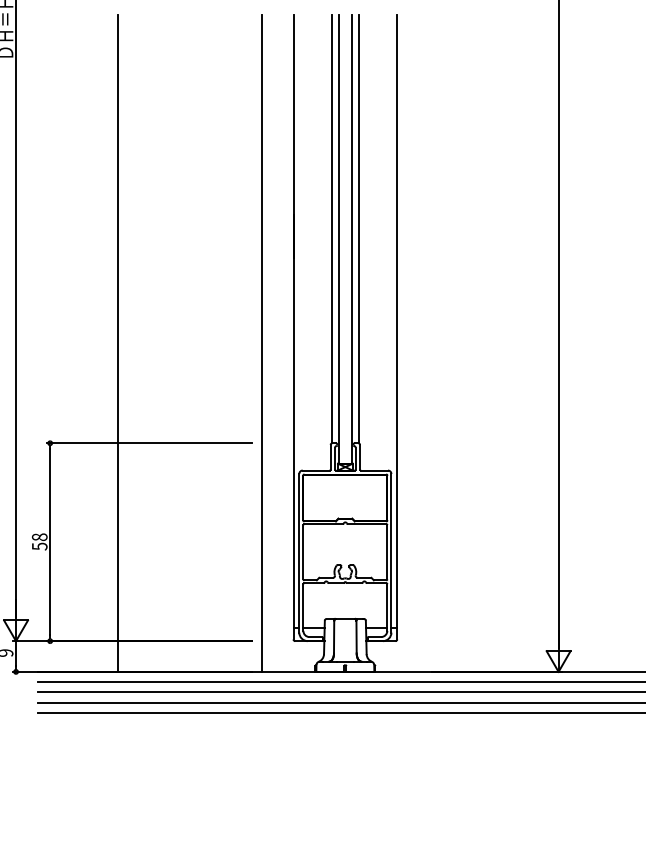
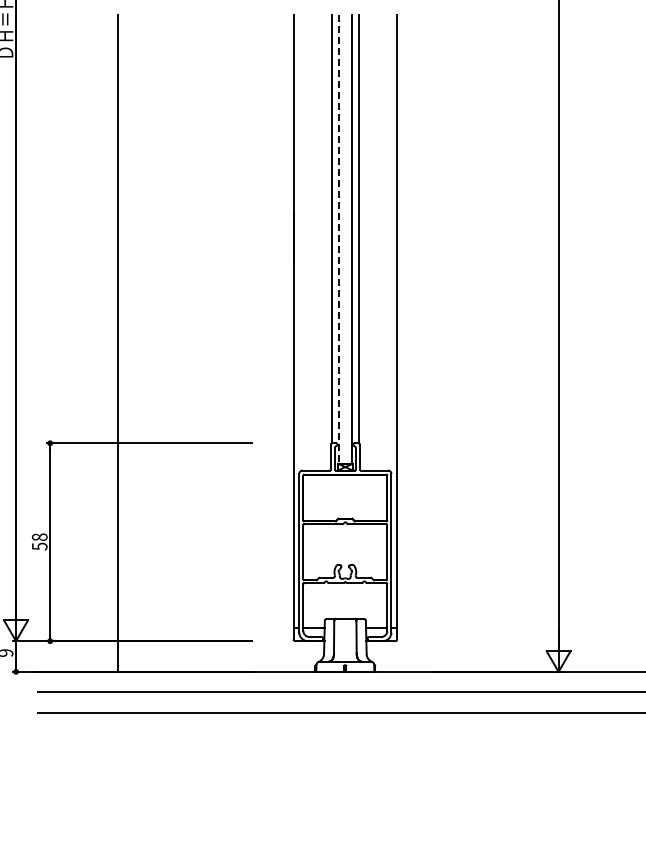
line at (338, 239): solid -> dashed
line at (261, 342): present -> none
line at (340, 682): present -> none
line at (340, 702): present -> none
